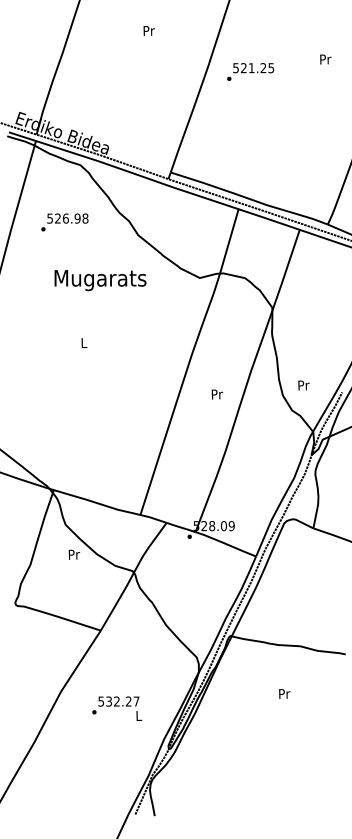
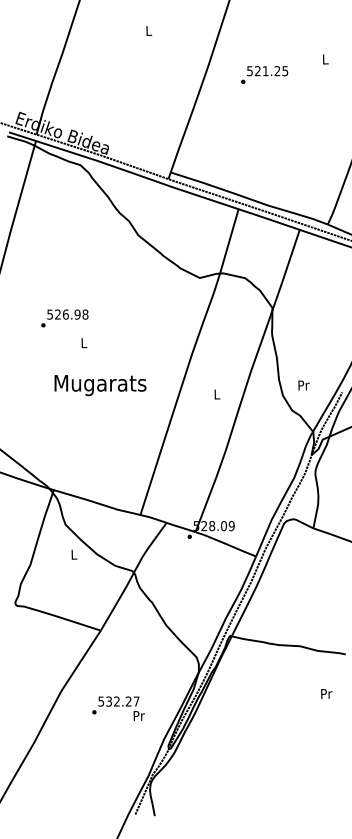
text at (148, 30): Pr -> L
text at (325, 59): Pr -> L
text at (250, 71) position: (250, 71) -> (264, 74)
text at (64, 222) position: (64, 222) -> (64, 318)
text at (100, 280) position: (100, 280) -> (100, 385)
text at (217, 394): Pr -> L
text at (74, 554): Pr -> L
text at (284, 693) position: (284, 693) -> (326, 693)
text at (138, 715): L -> Pr
